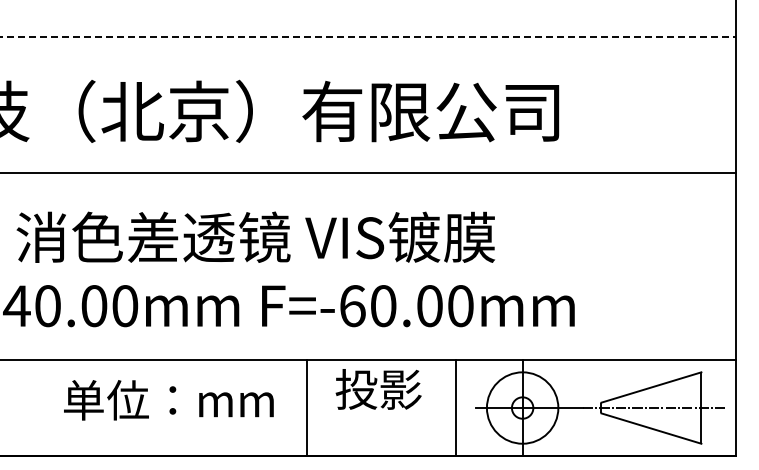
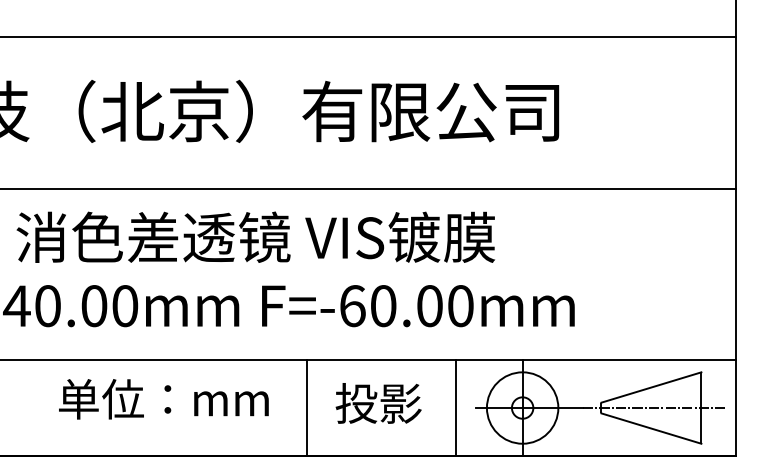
line at (368, 36): dashed -> solid
line at (369, 173) position: (369, 173) -> (369, 189)
text at (378, 389) position: (378, 389) -> (378, 403)
text at (168, 400) position: (168, 400) -> (163, 399)
